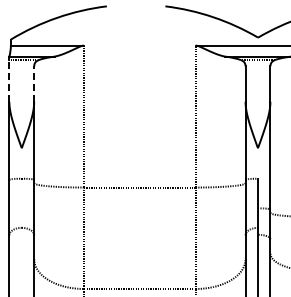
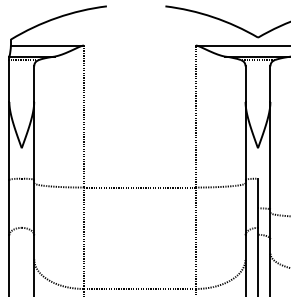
line at (9, 81): dashed -> solid
line at (34, 84): dashed -> solid
